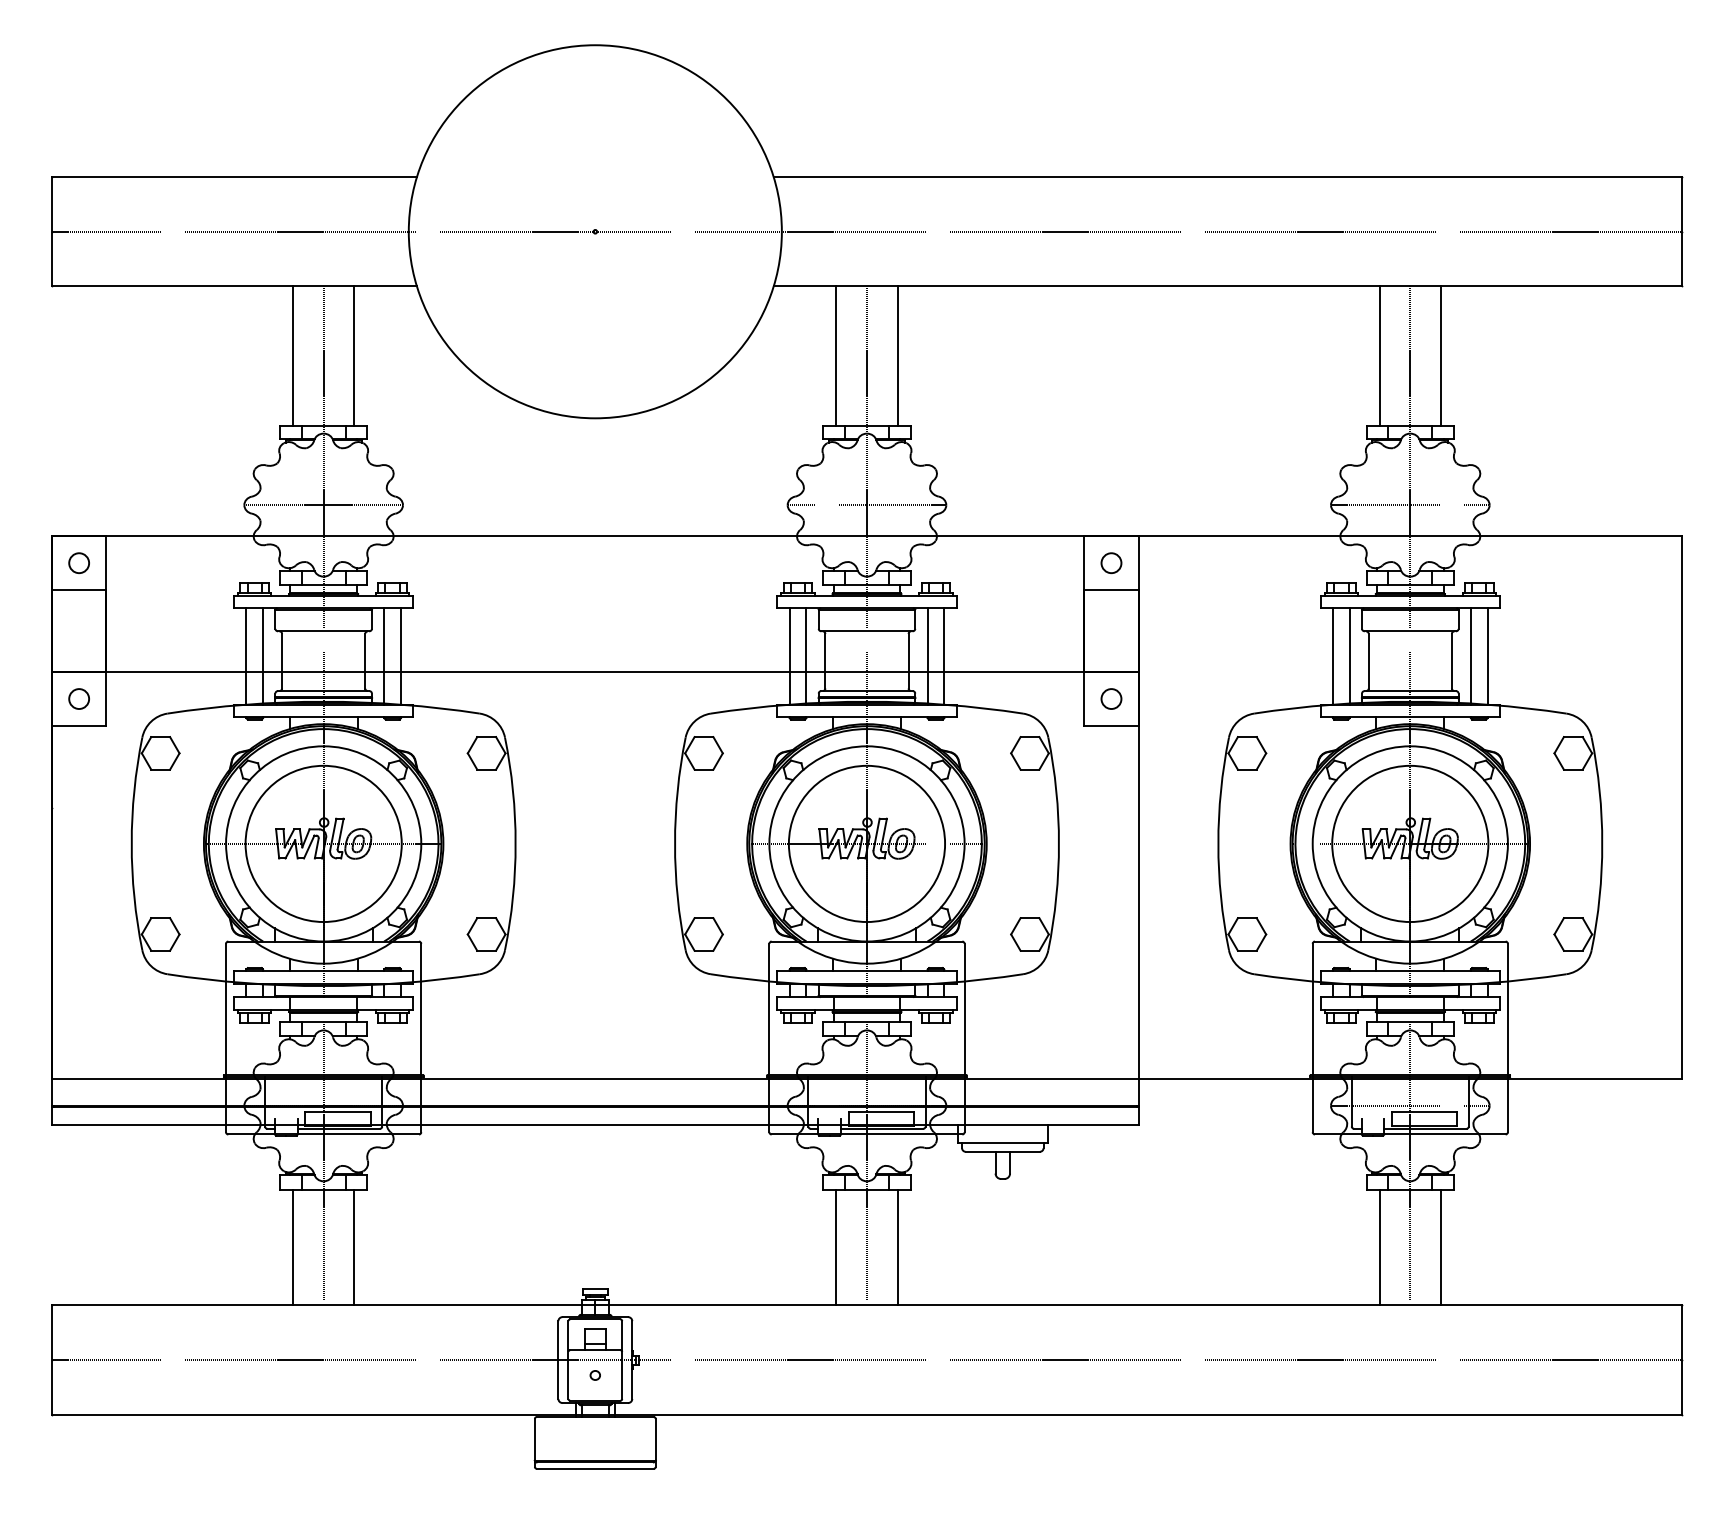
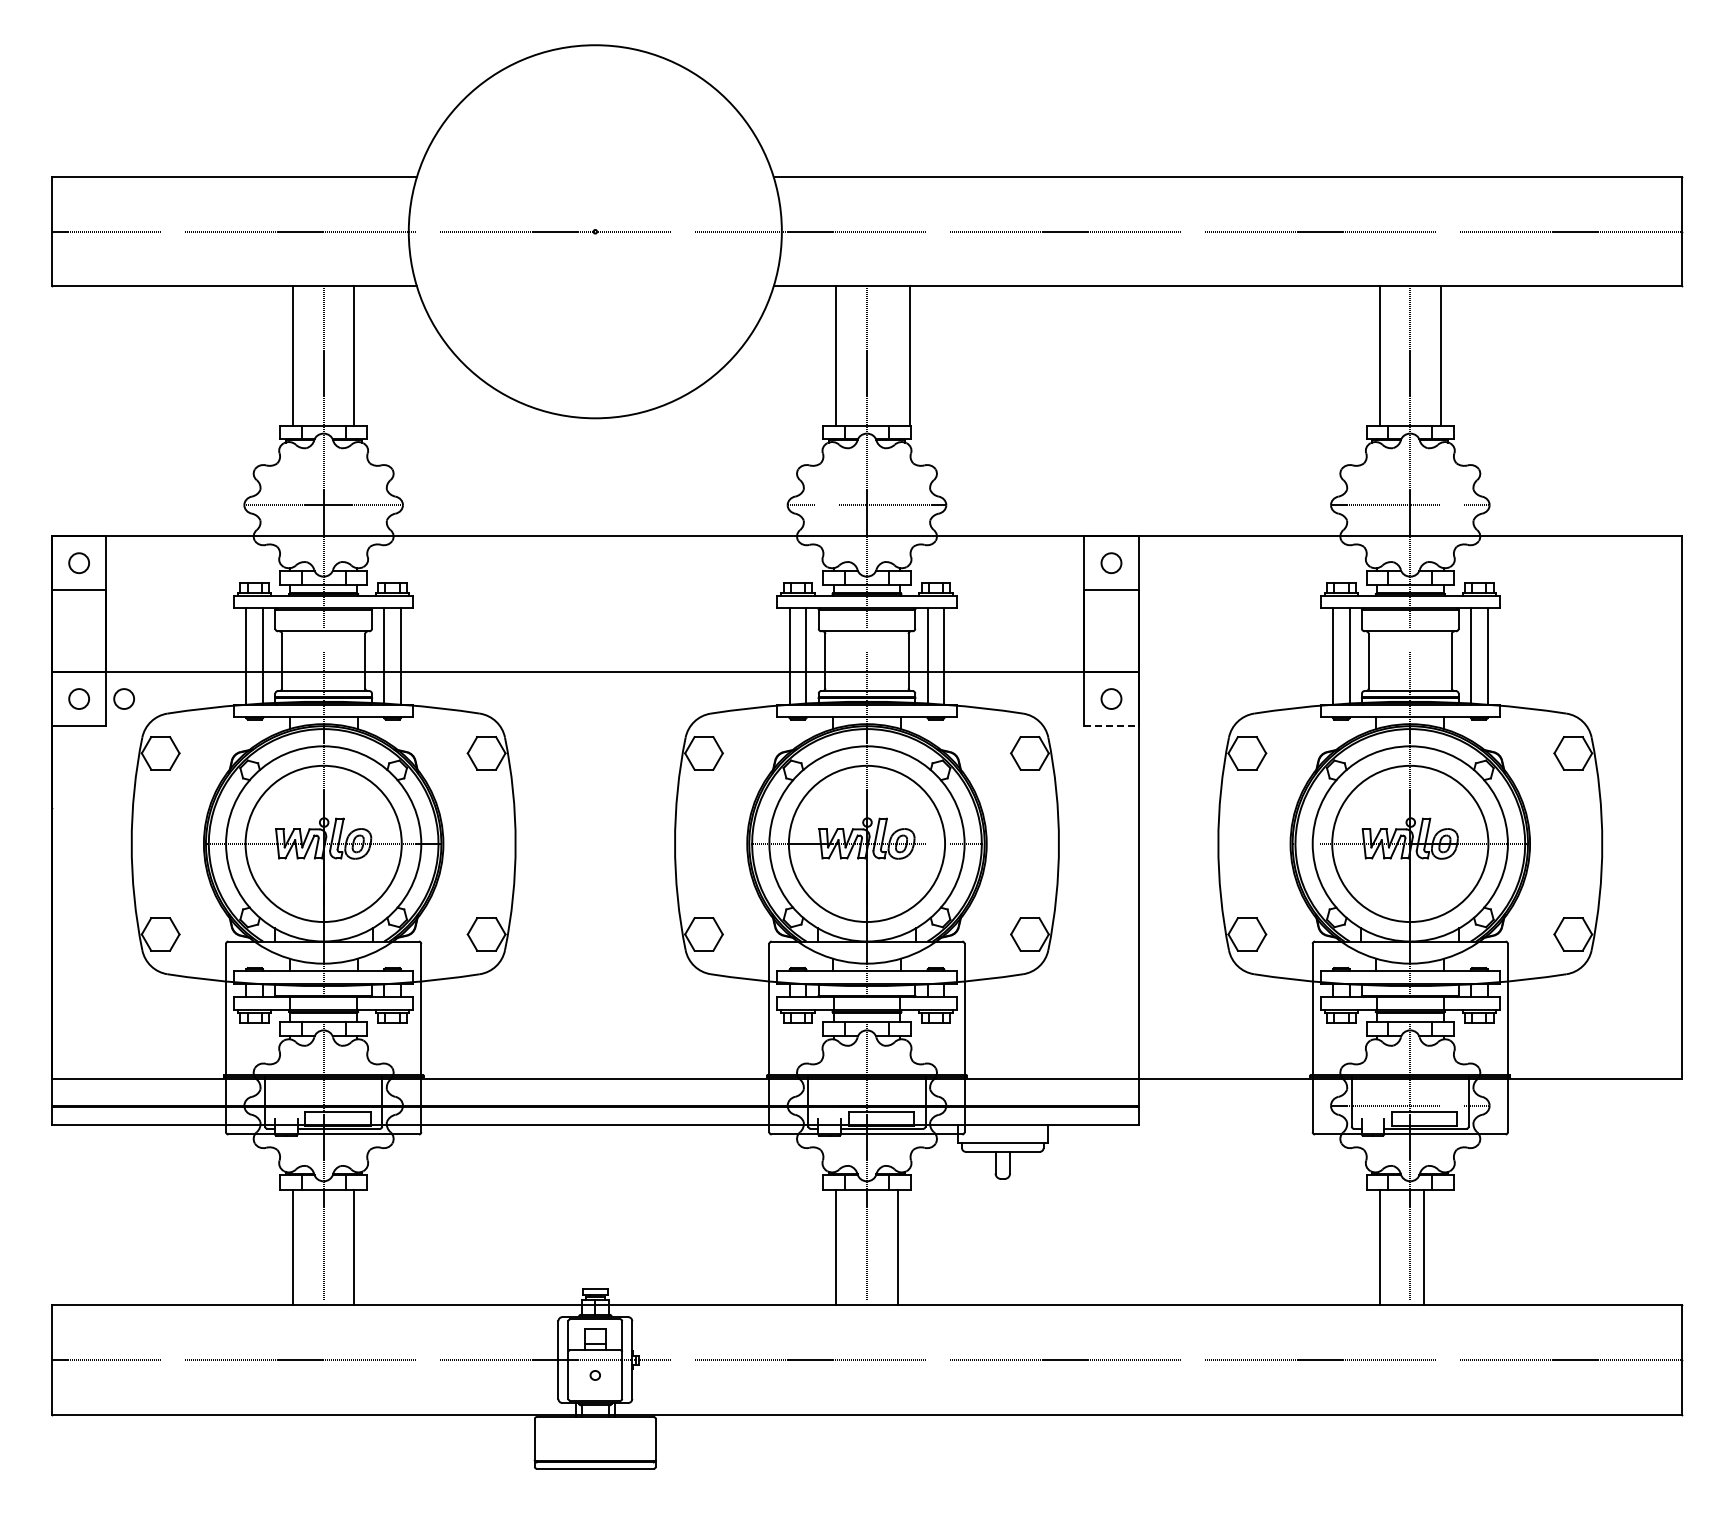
line at (897, 355) position: (897, 355) -> (909, 355)
circle at (123, 698): none -> present
line at (1111, 726): solid -> dashed
line at (1440, 1247) position: (1440, 1247) -> (1423, 1247)
